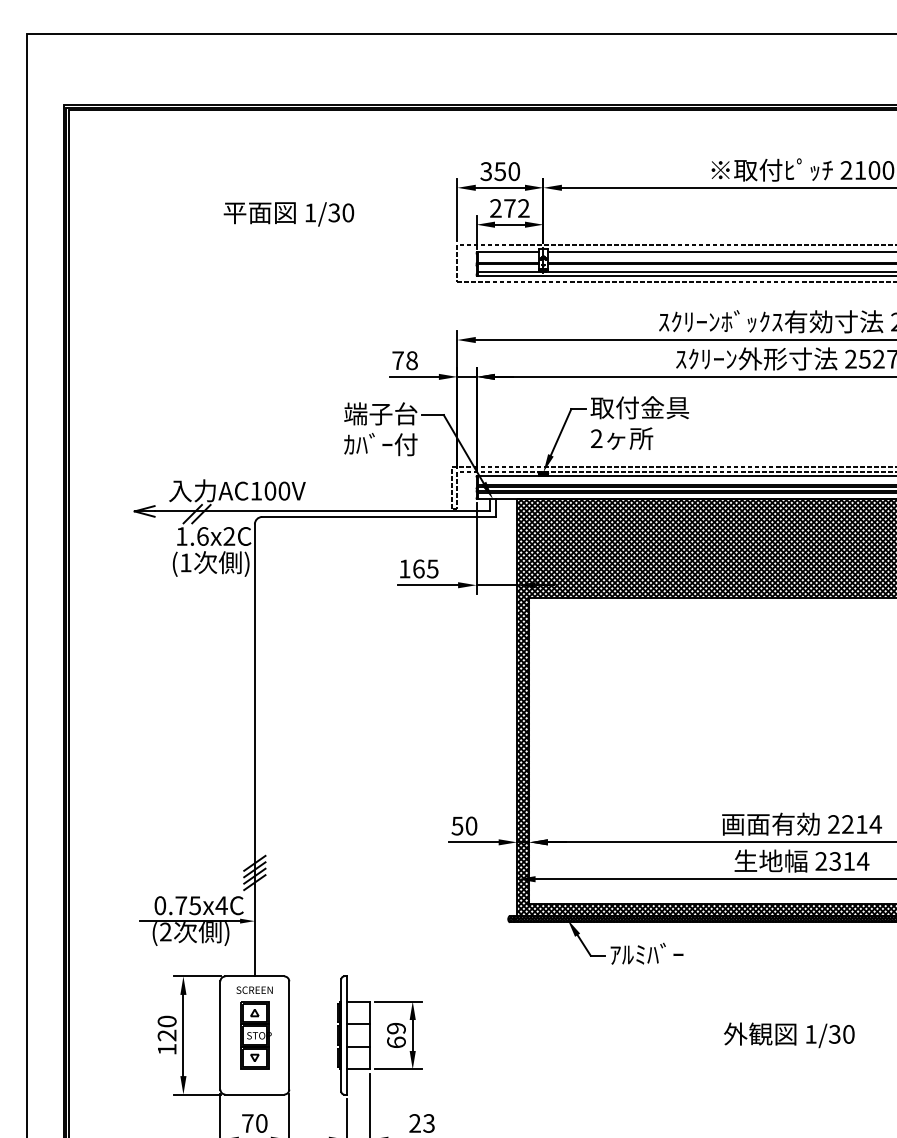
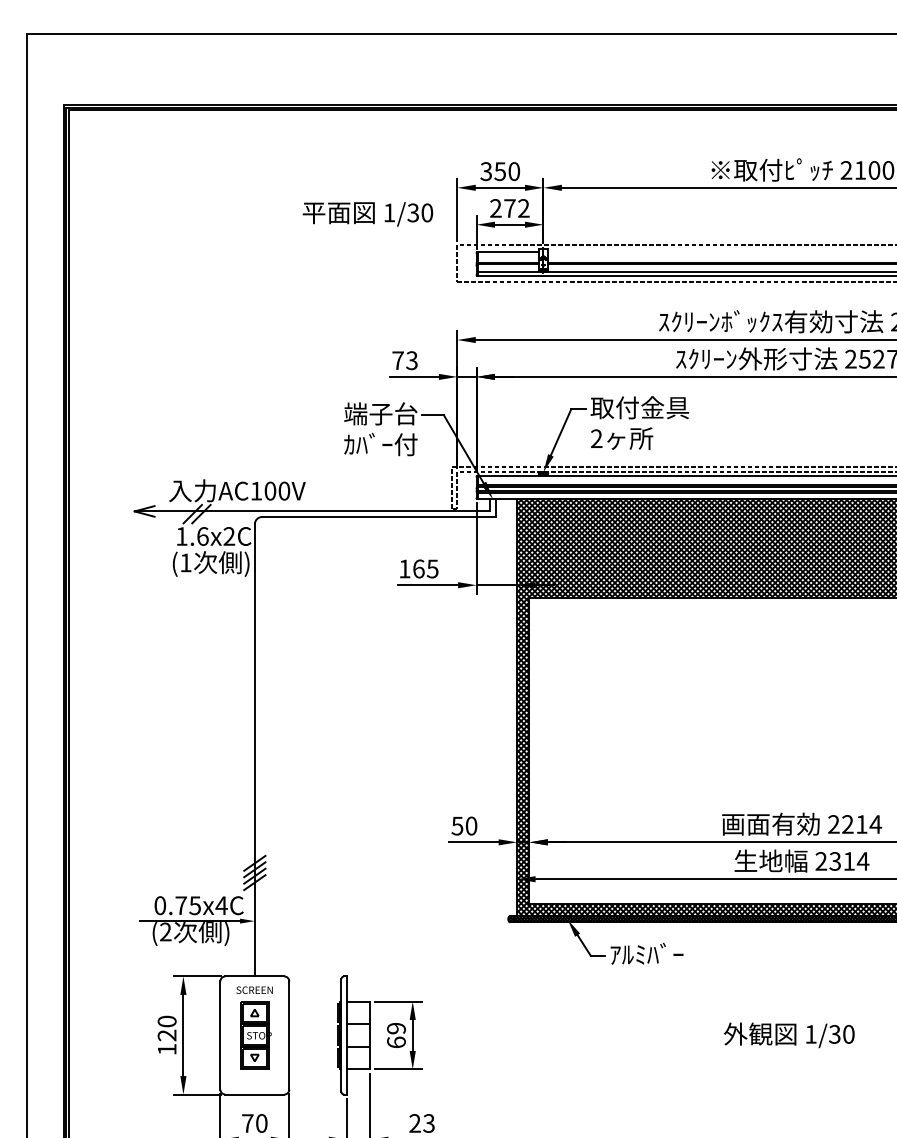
text at (288, 214) position: (288, 214) -> (367, 214)
line at (720, 252): present -> none
text at (411, 360): 78 -> 73
